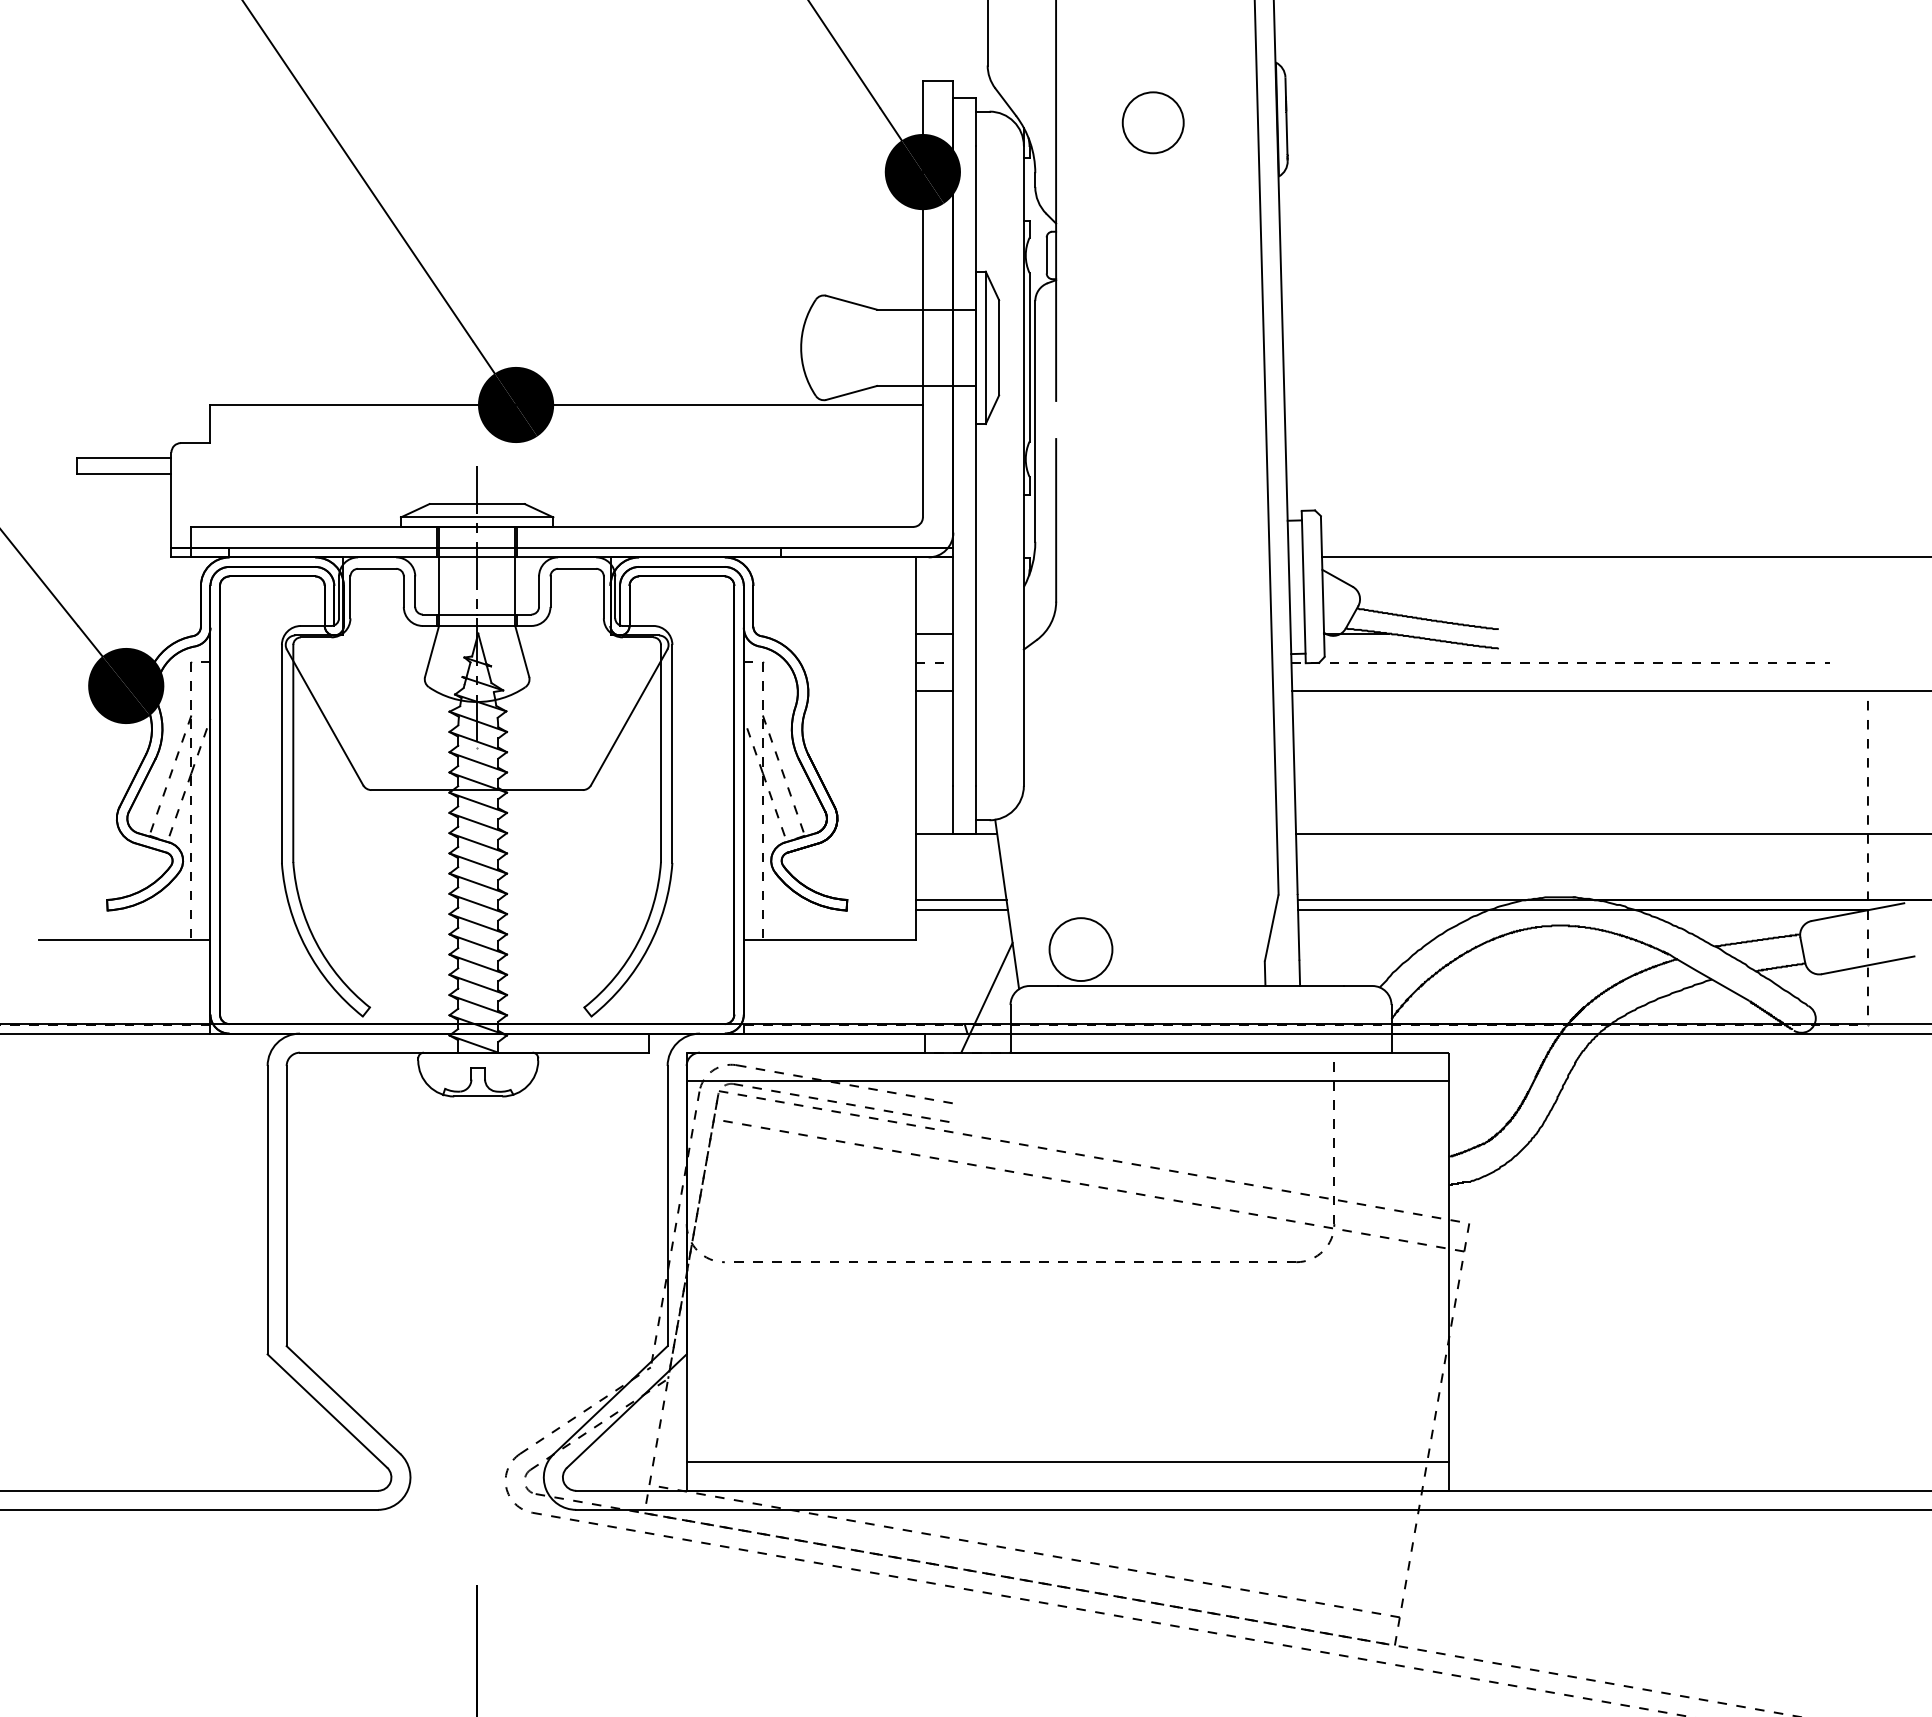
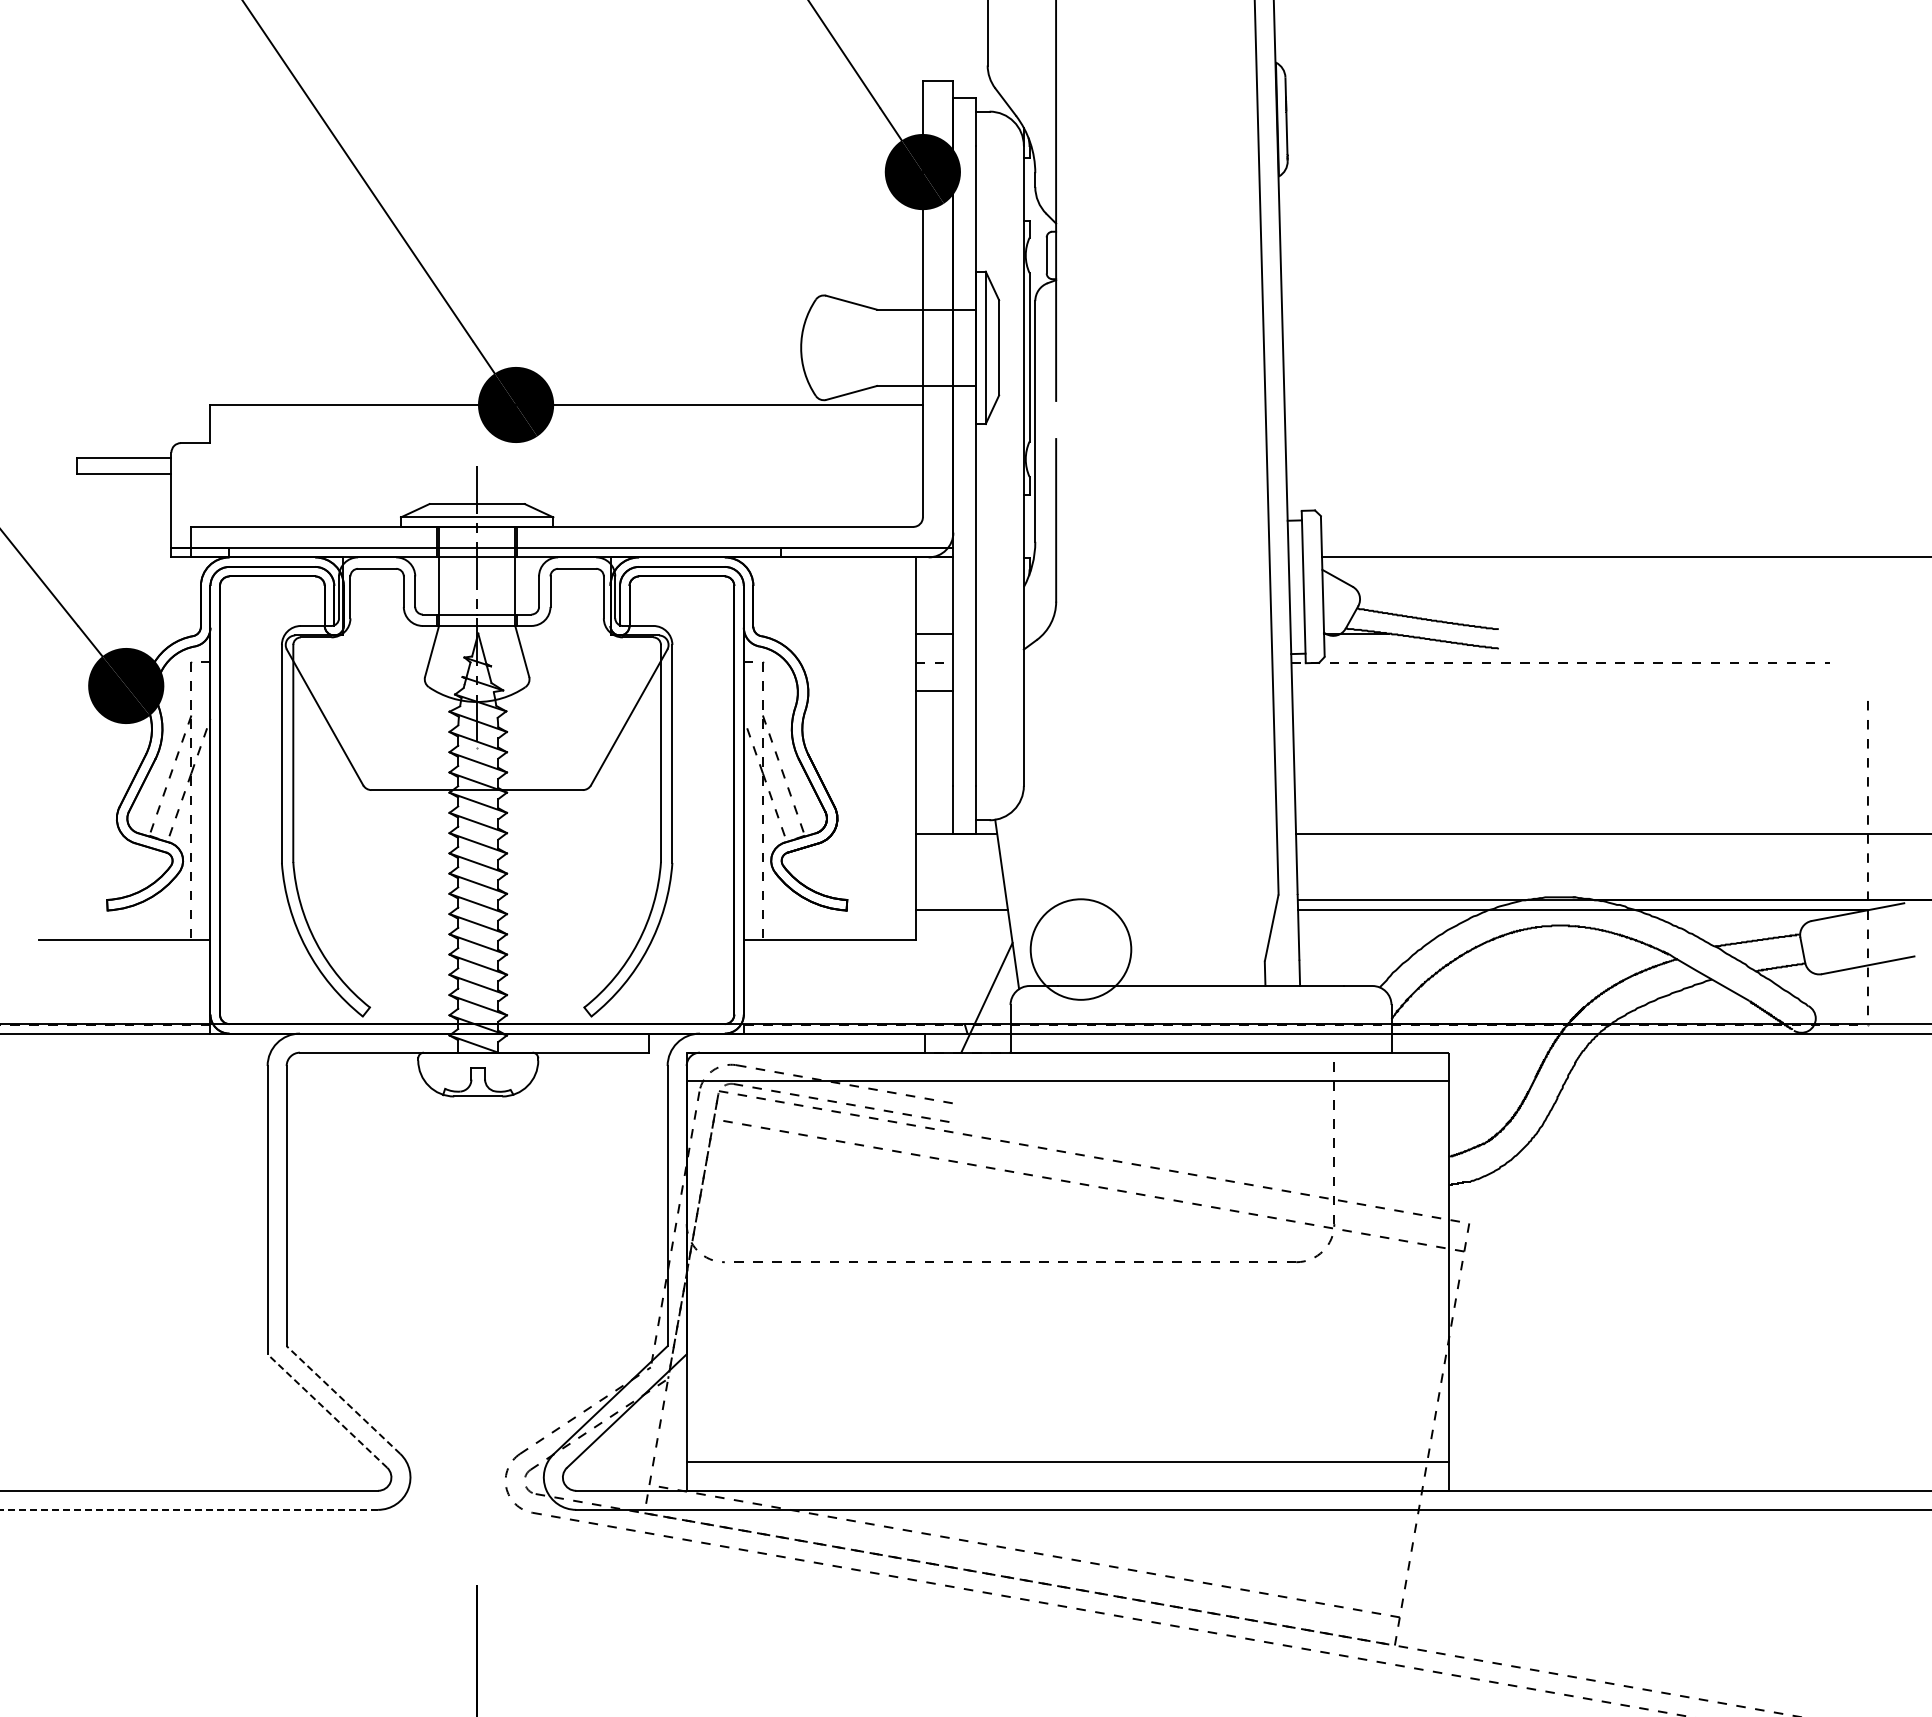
circle at (1152, 122): present -> none
line at (1610, 690): present -> none
line at (960, 899): present -> none
circle at (1080, 949) diameter: 63 px -> 101 px
line at (343, 1399): solid -> dashed
line at (327, 1410): solid -> dashed
line at (189, 1509): solid -> dashed
